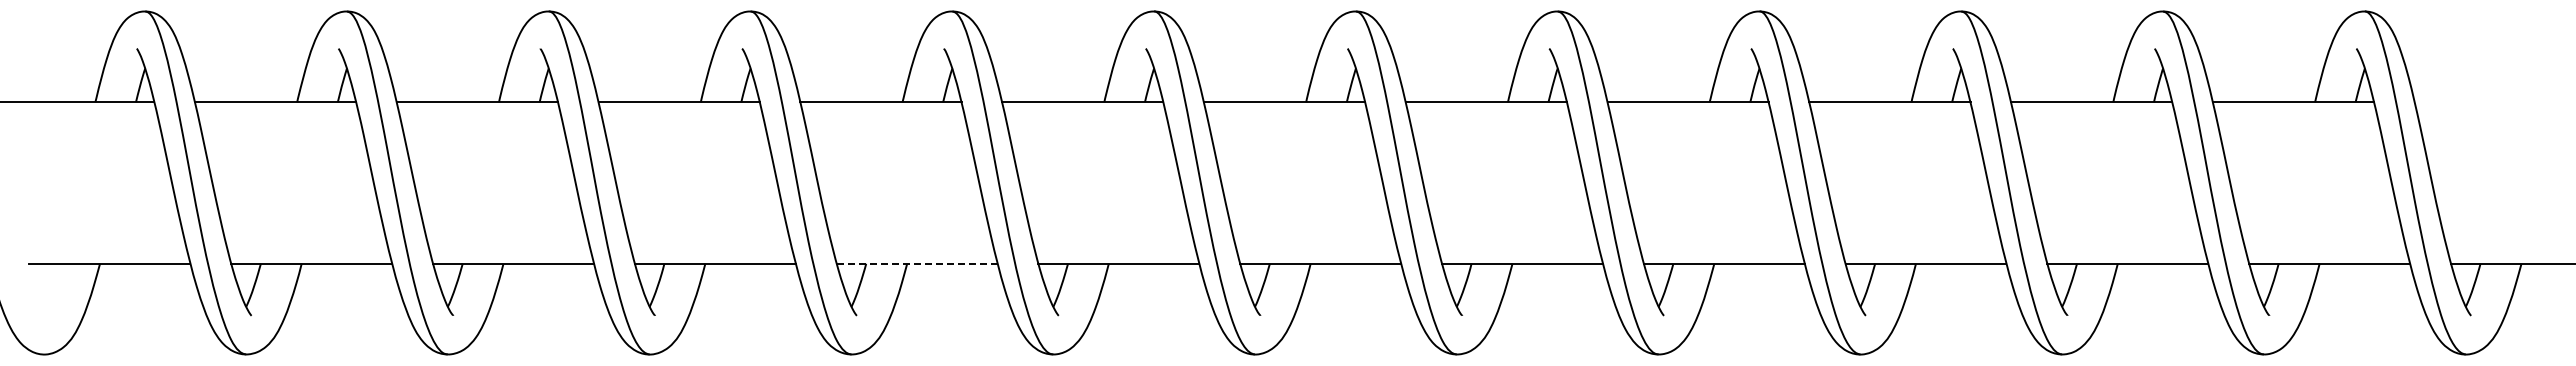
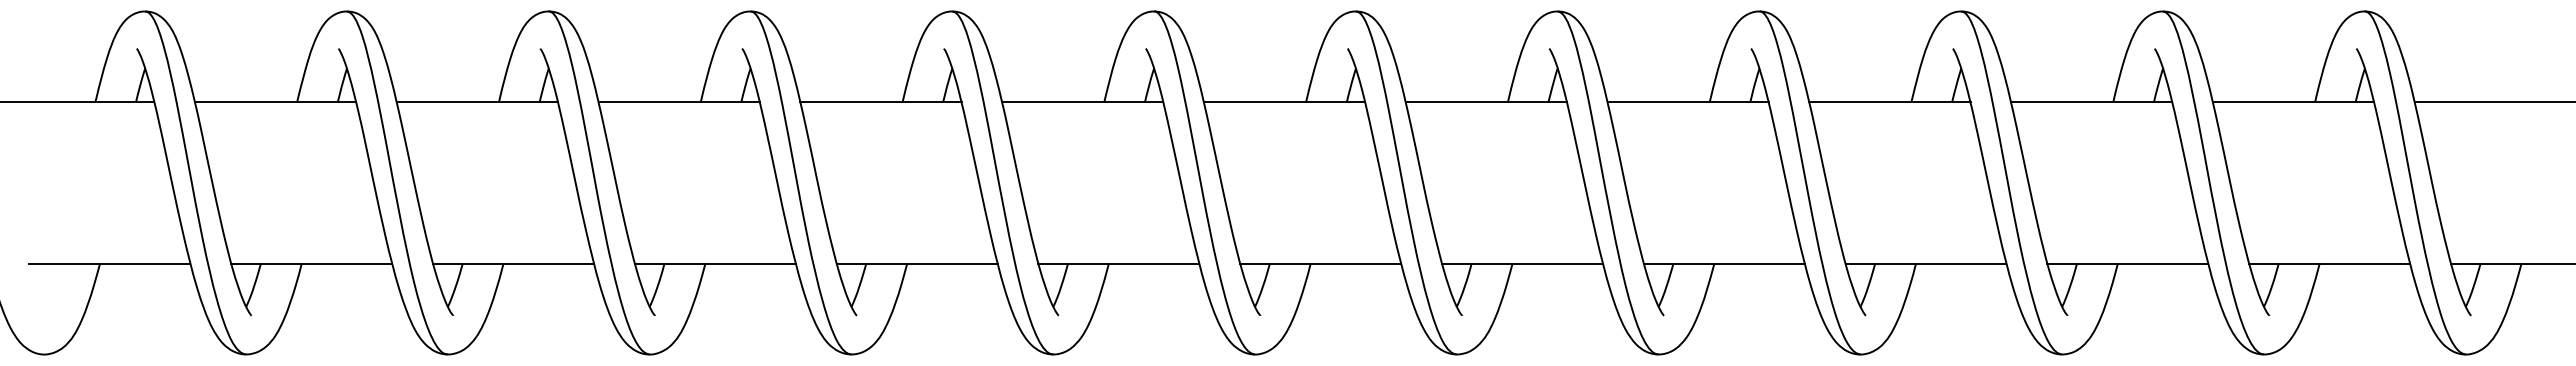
line at (2493, 102): none -> present
line at (917, 263): dashed -> solid
